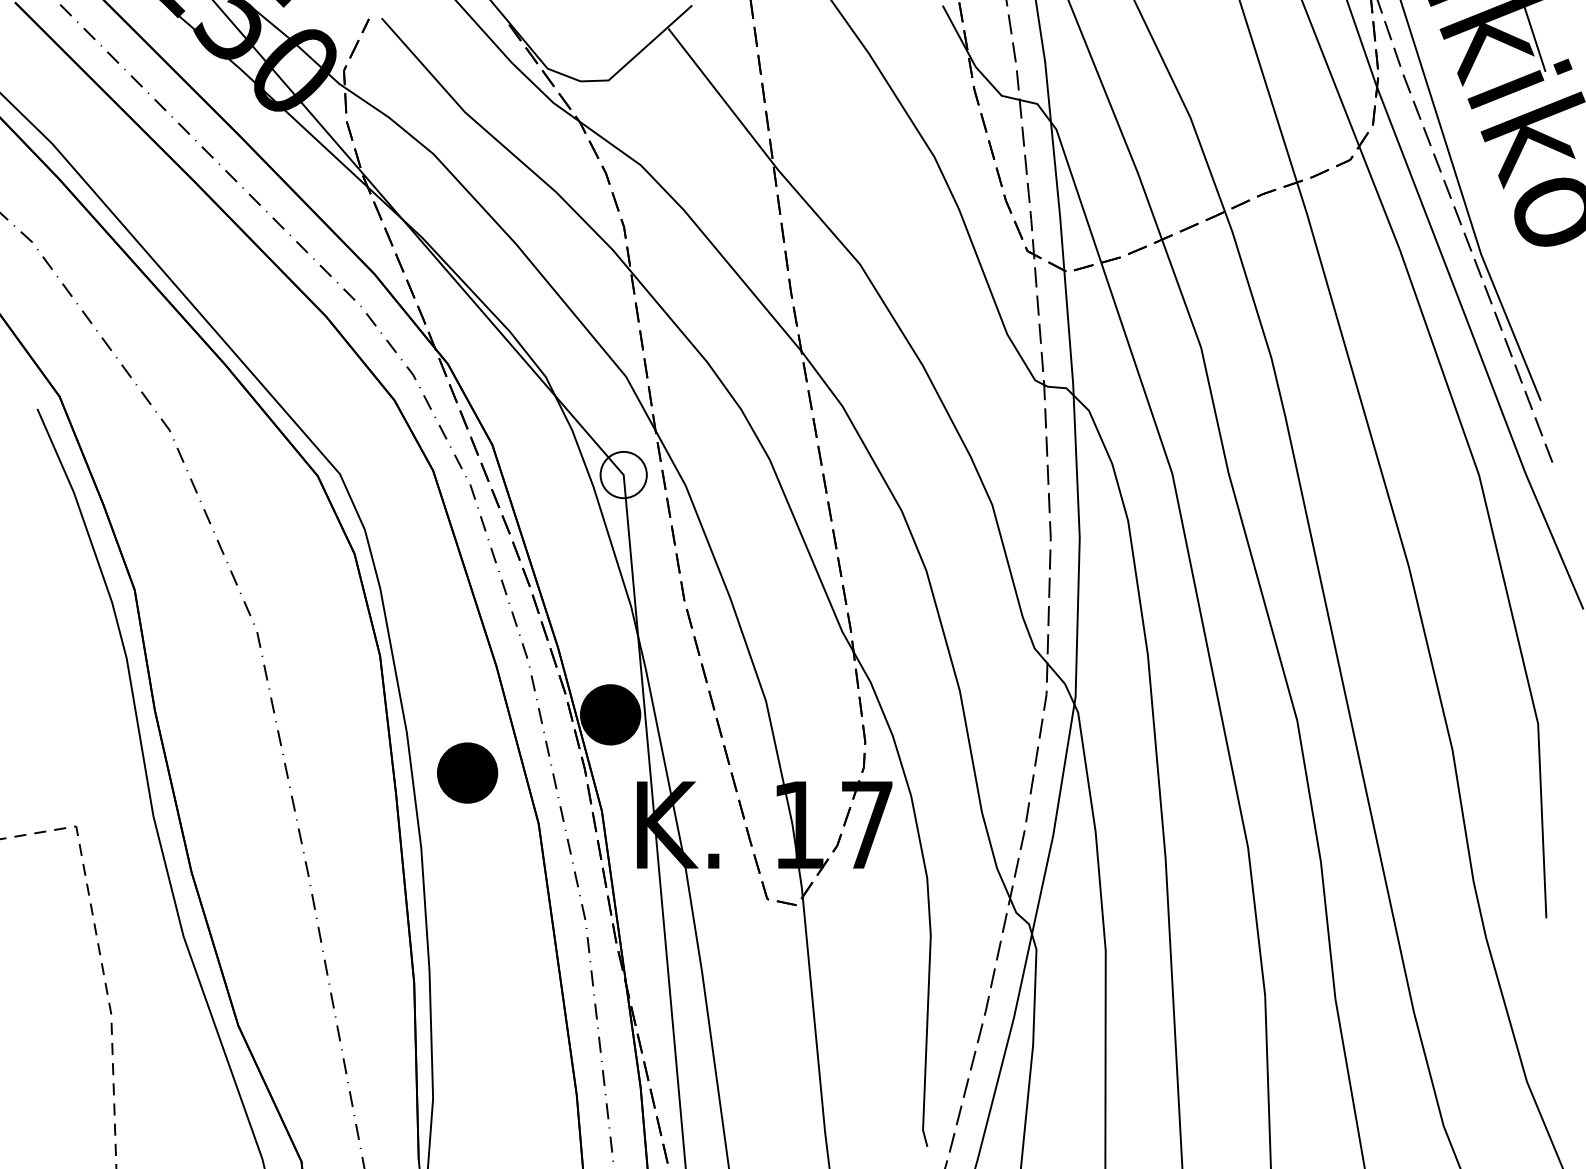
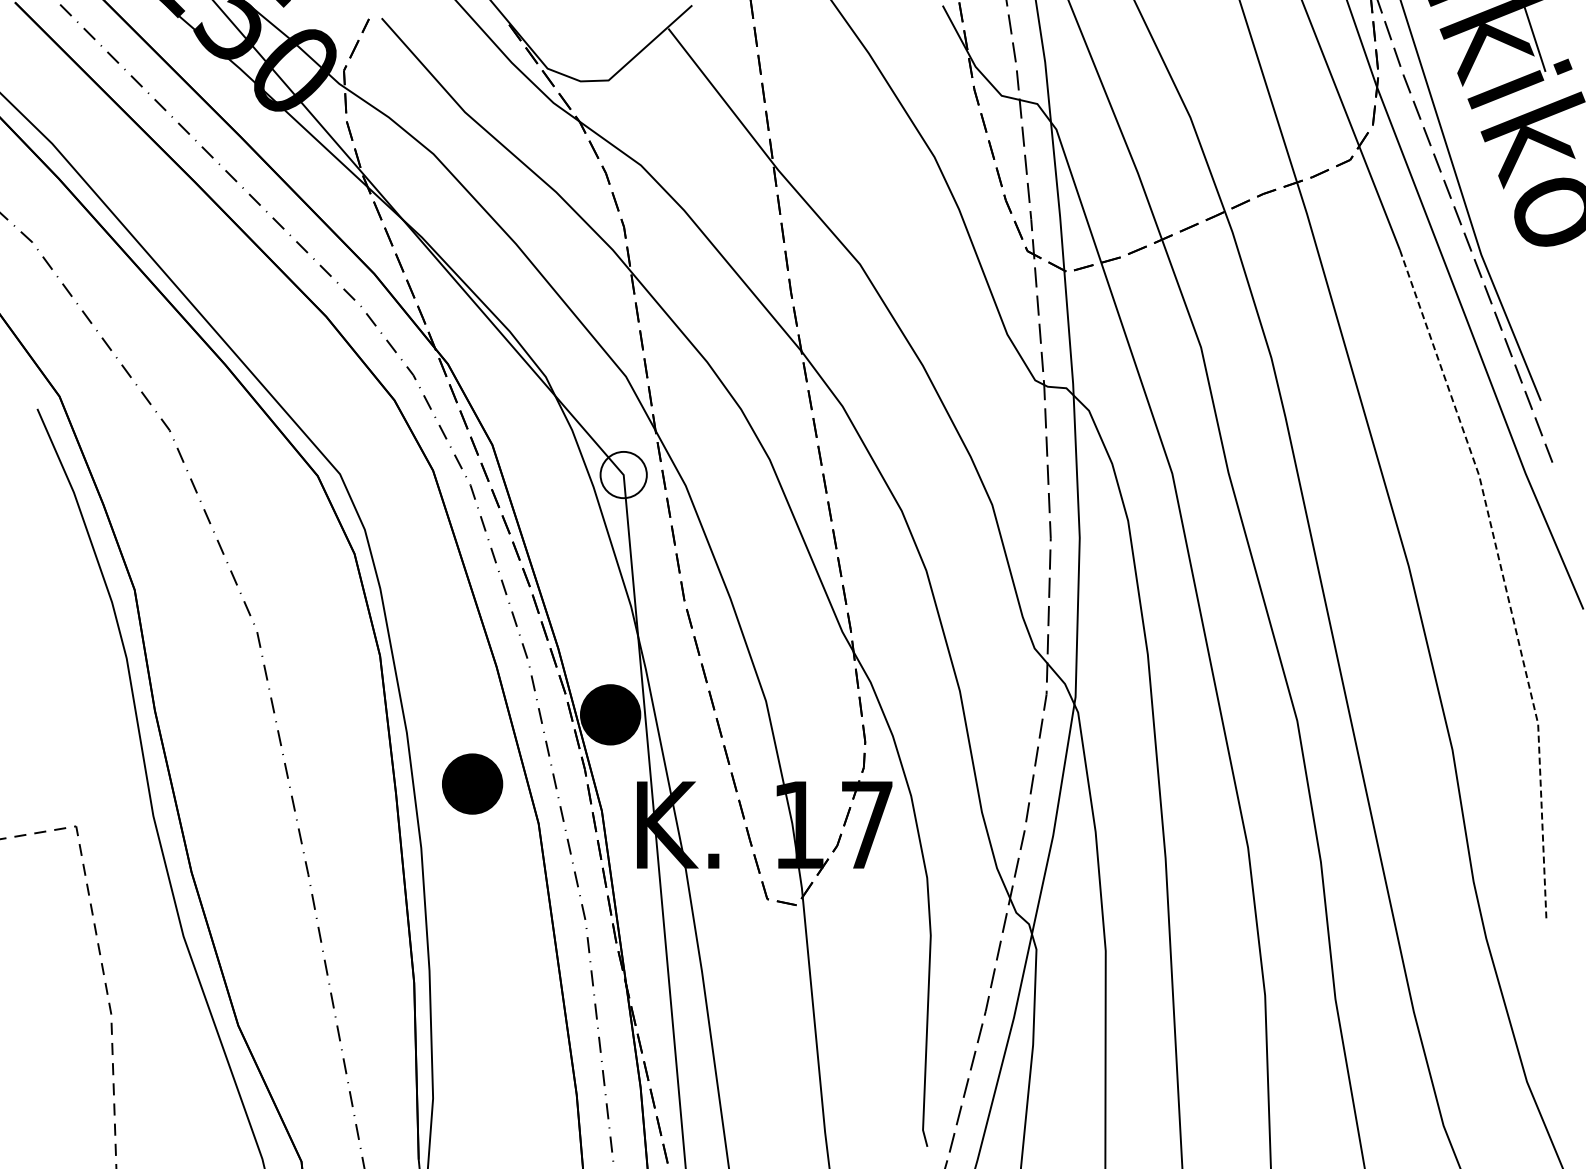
line at (1503, 578): solid -> dashed
part at (467, 772) position: (467, 772) -> (472, 783)
